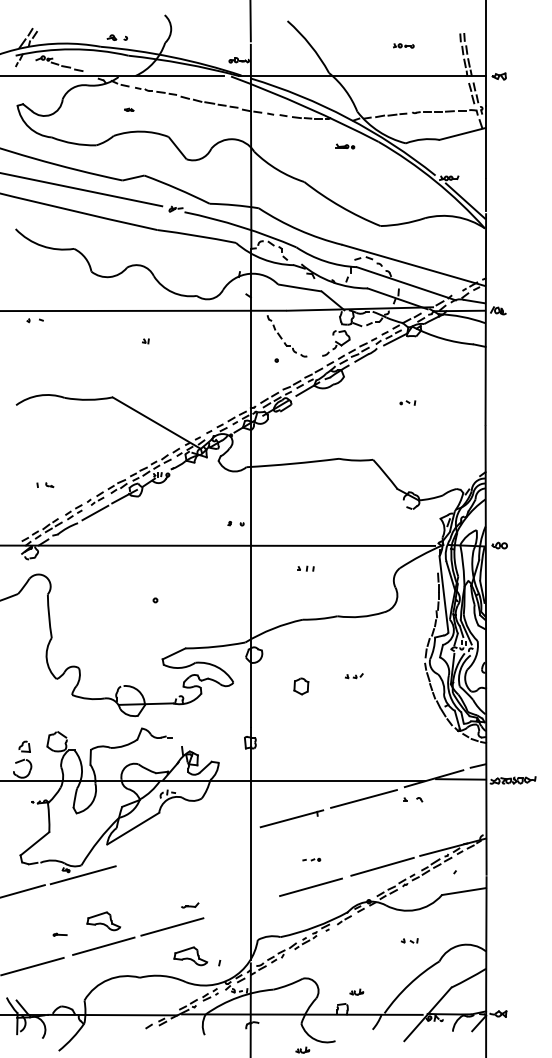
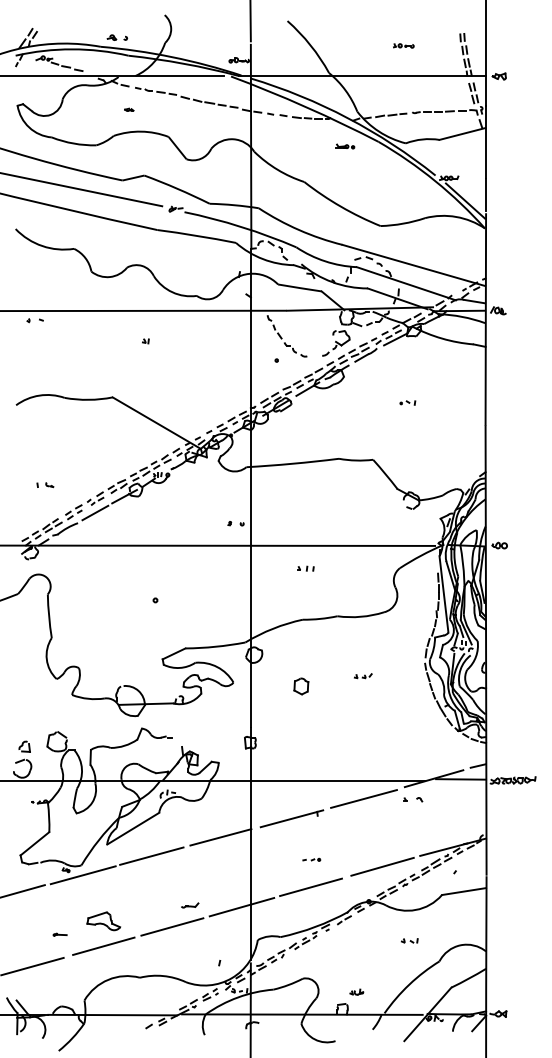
part at (354, 676) position: (354, 676) -> (363, 676)
line at (220, 837): none -> present
line at (151, 855): none -> present
line at (241, 907): none -> present
part at (190, 956): present -> none
part at (302, 1049): present -> none
